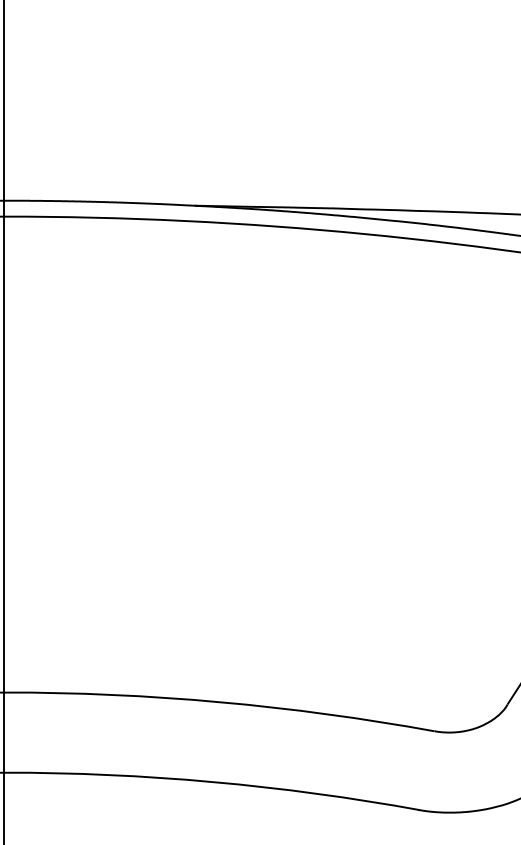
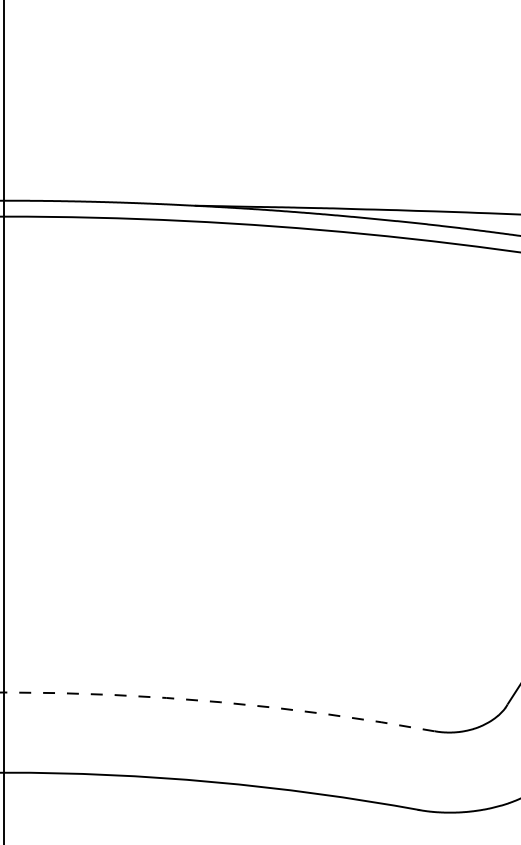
arc at (219, 702): solid -> dashed
